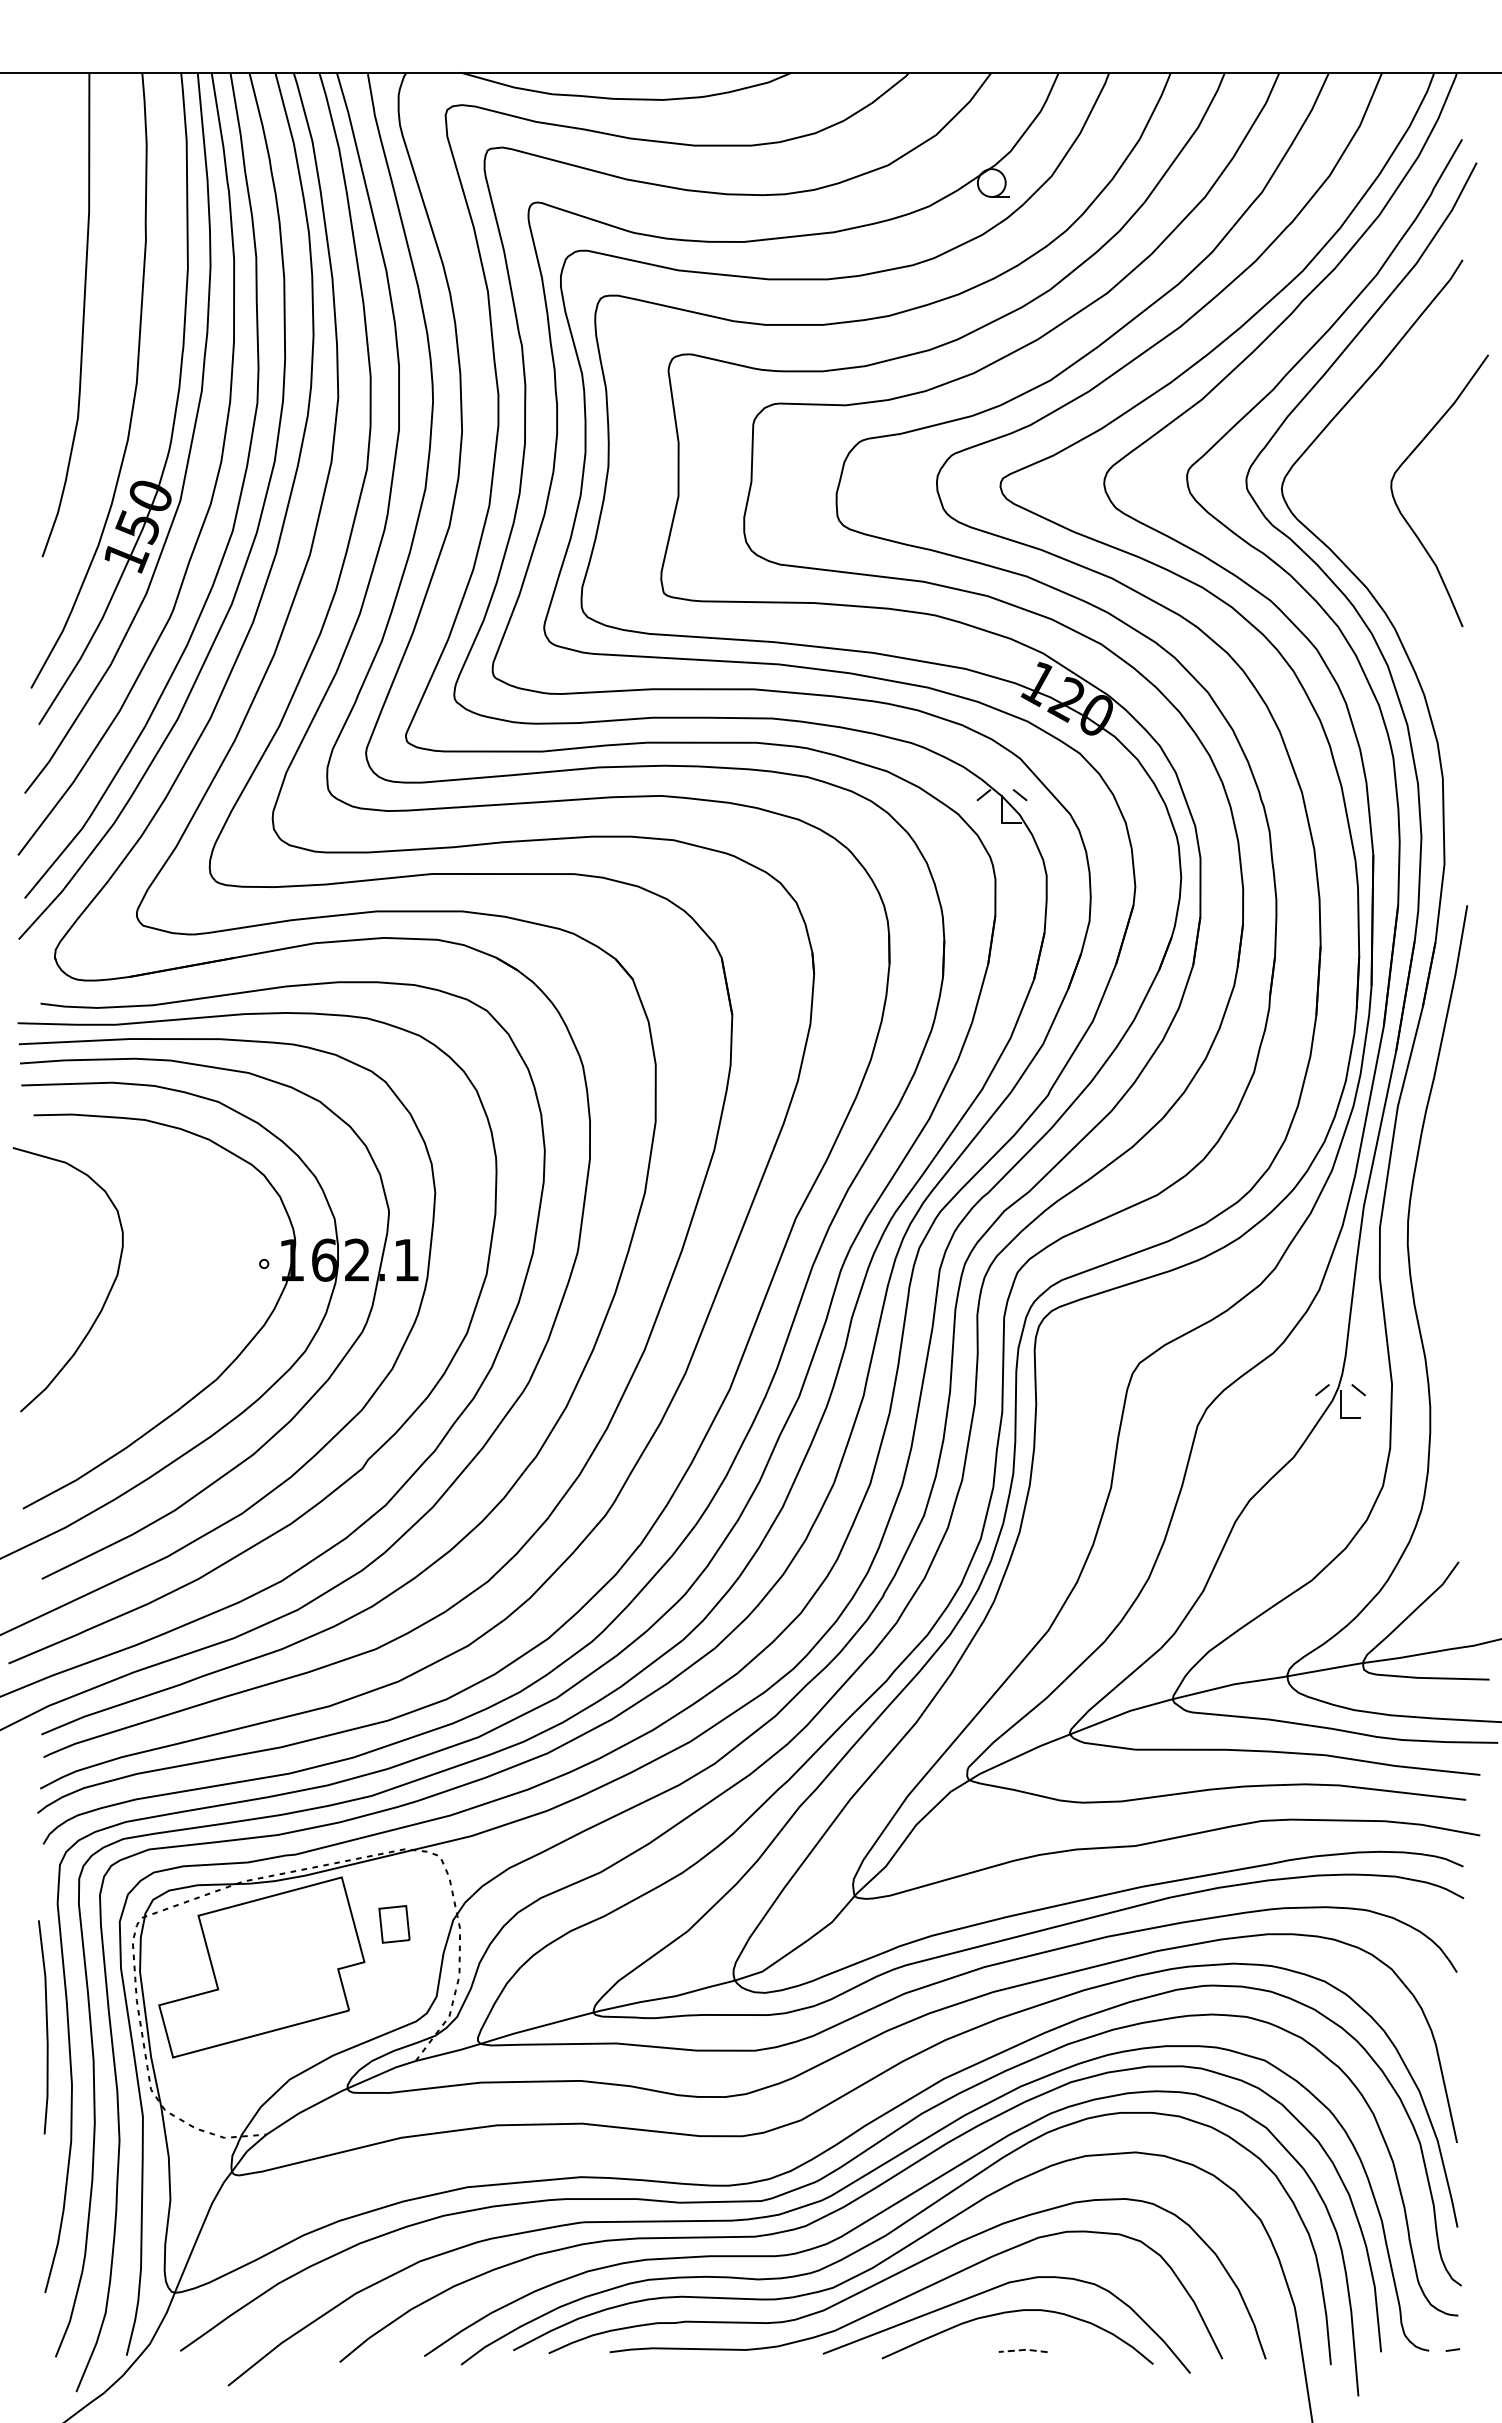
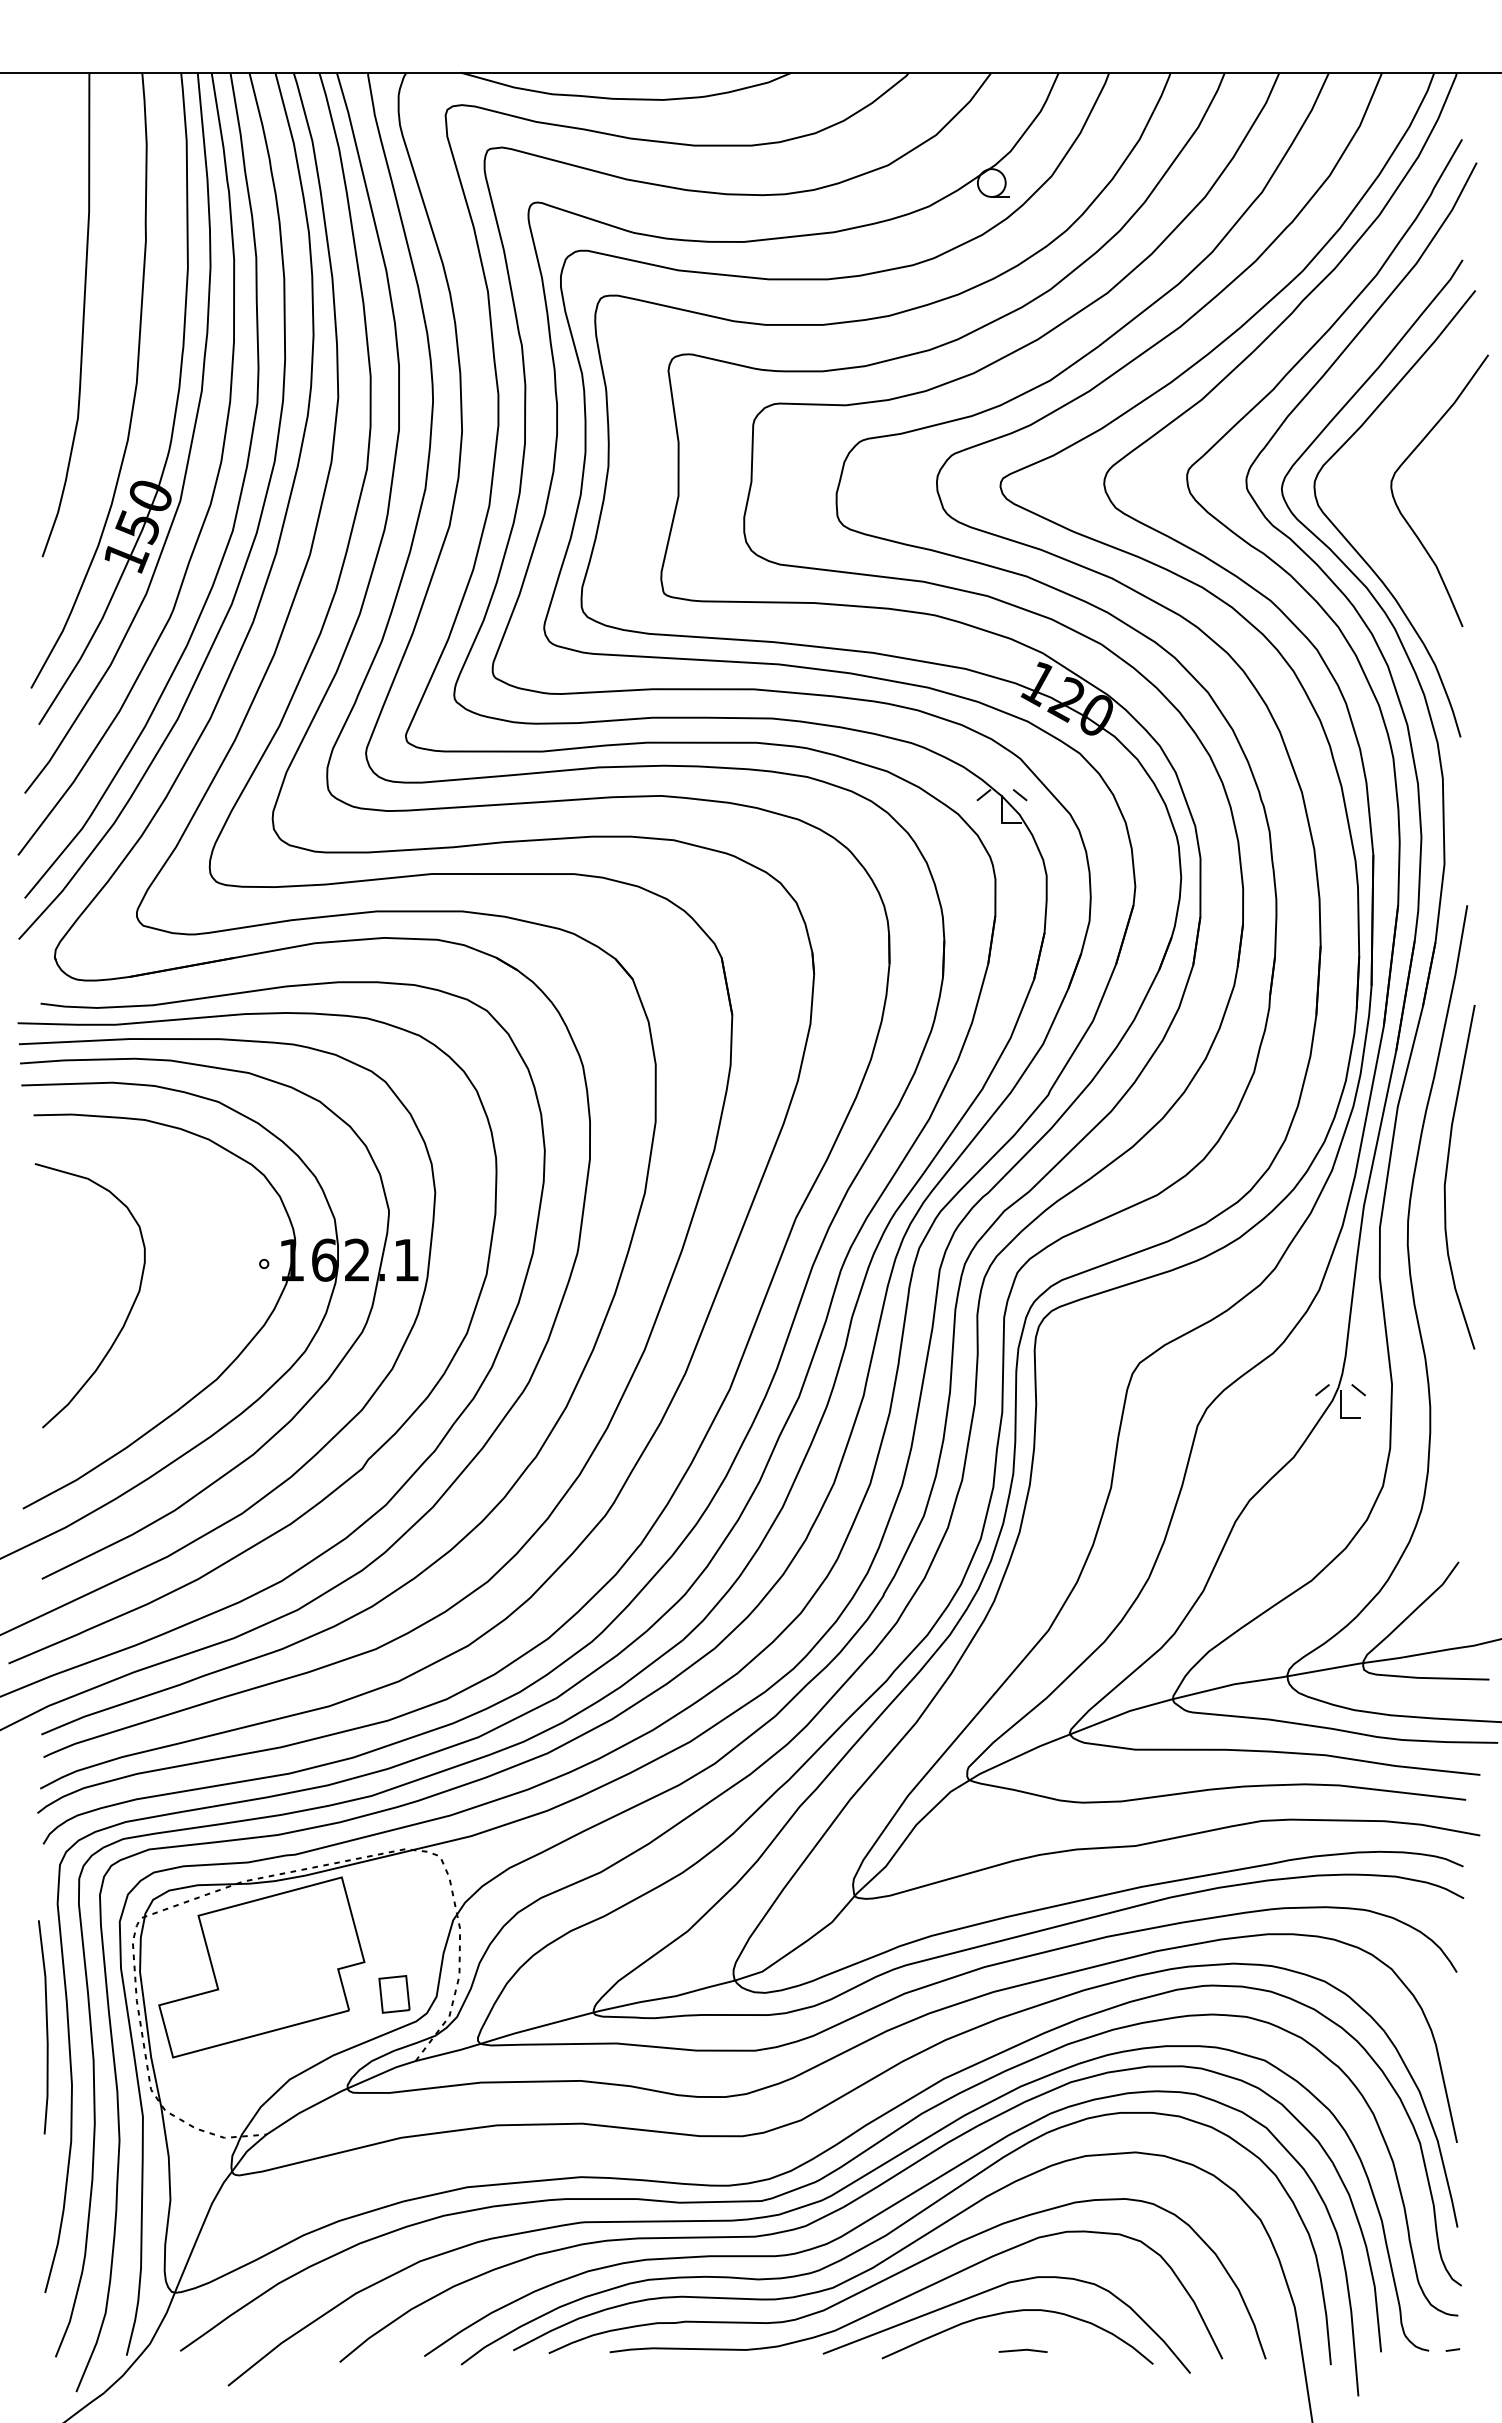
curve at (1356, 549): none -> present
curve at (1447, 1173): none -> present
curve at (106, 1296) position: (106, 1296) -> (128, 1312)
part at (394, 1924) position: (394, 1924) -> (394, 1994)
line at (1023, 2350): dashed -> solid
